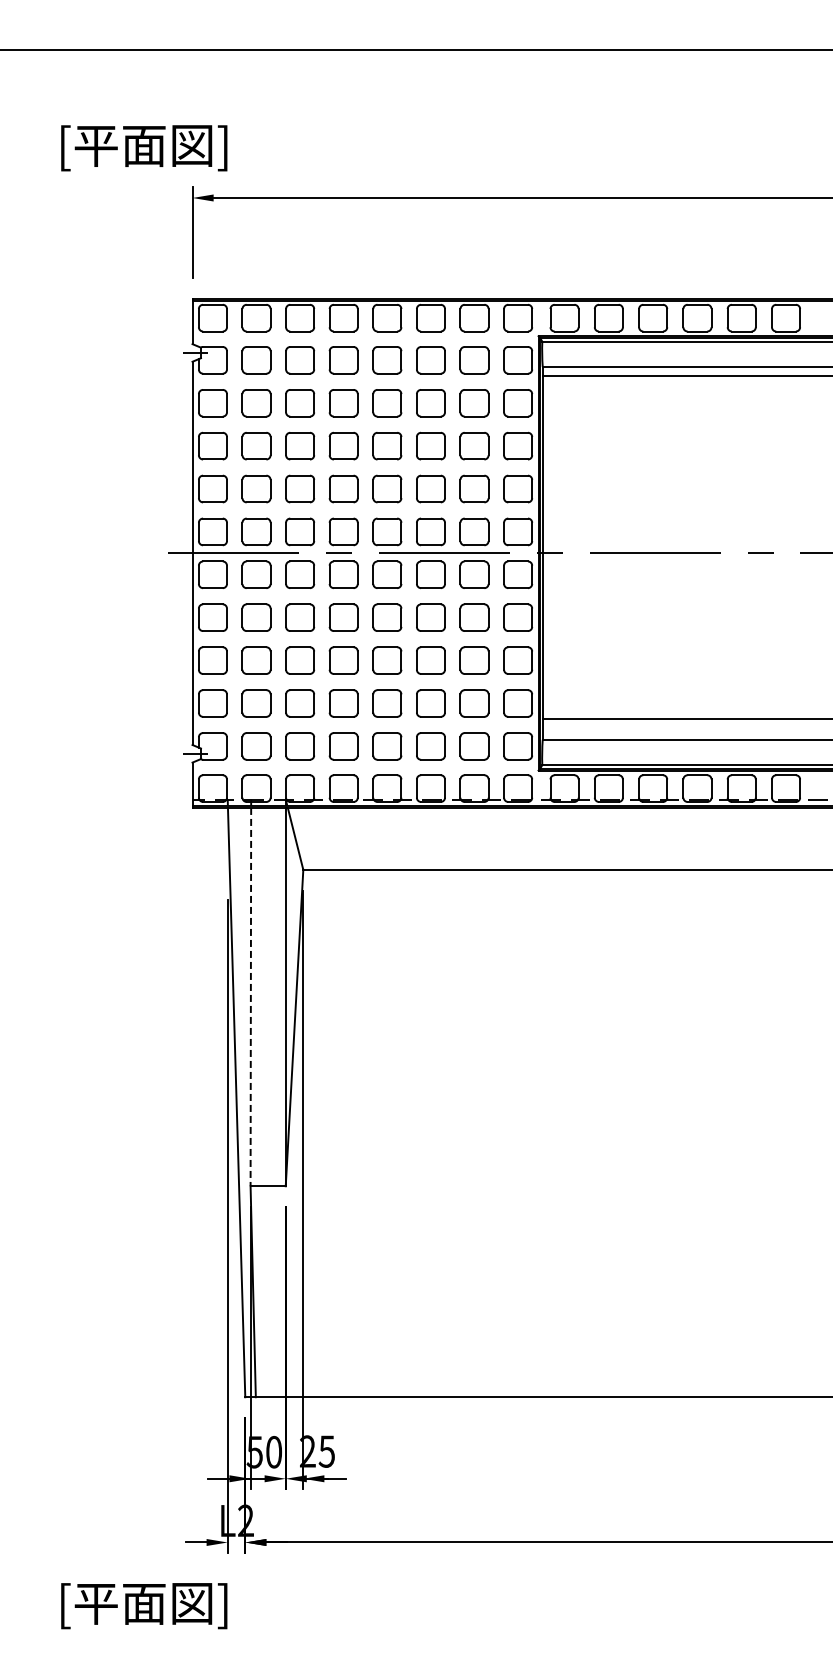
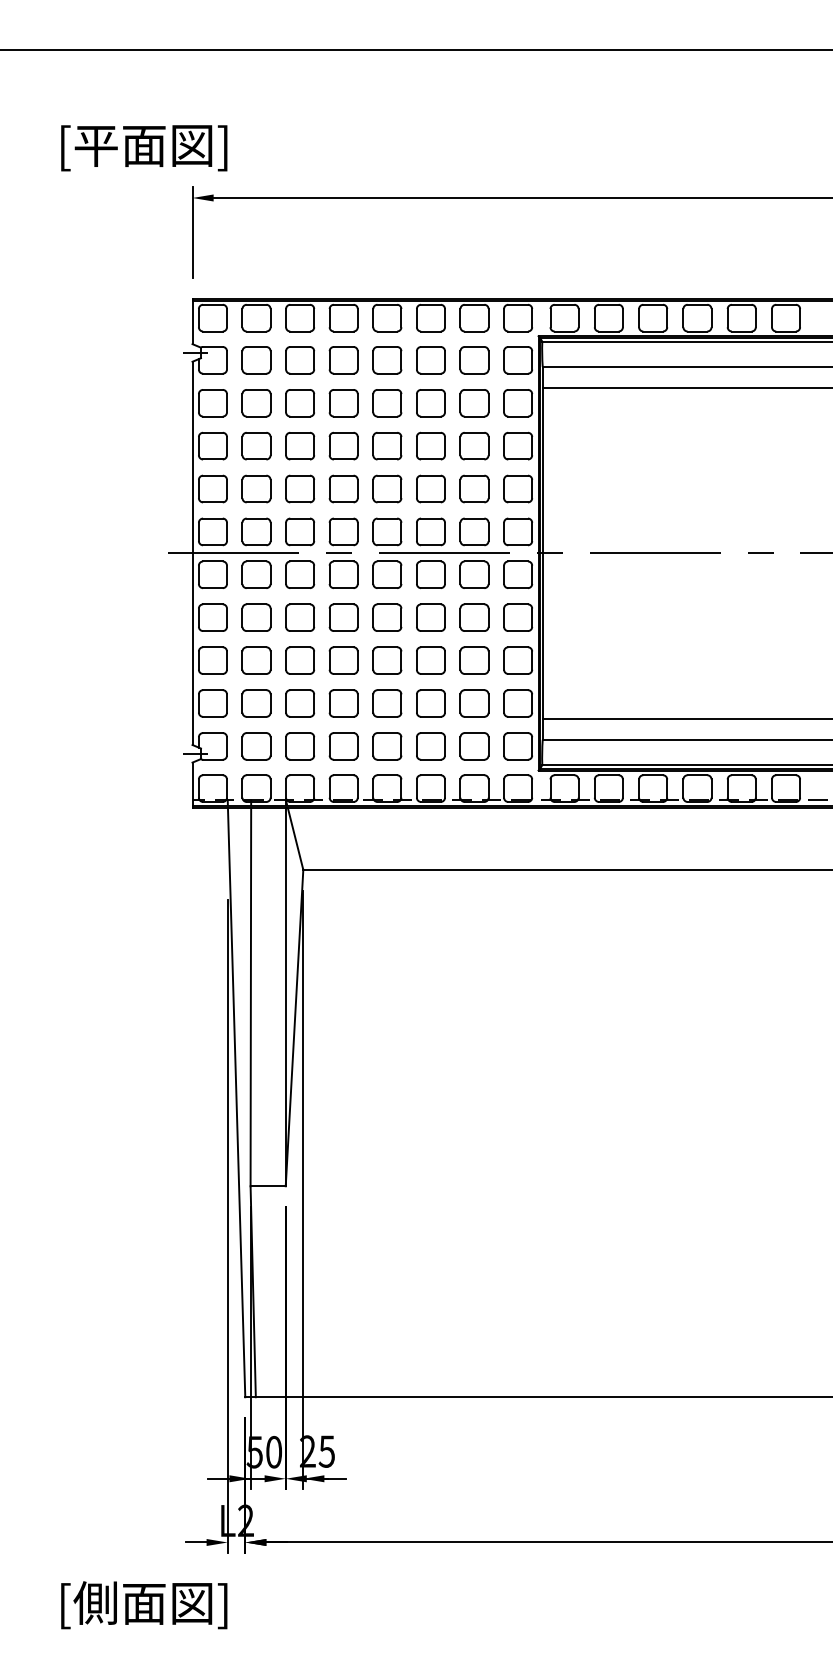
line at (685, 376) position: (685, 376) -> (685, 388)
line at (250, 997): dashed -> solid
text at (95, 1602): [平面図] -> [側面図]
